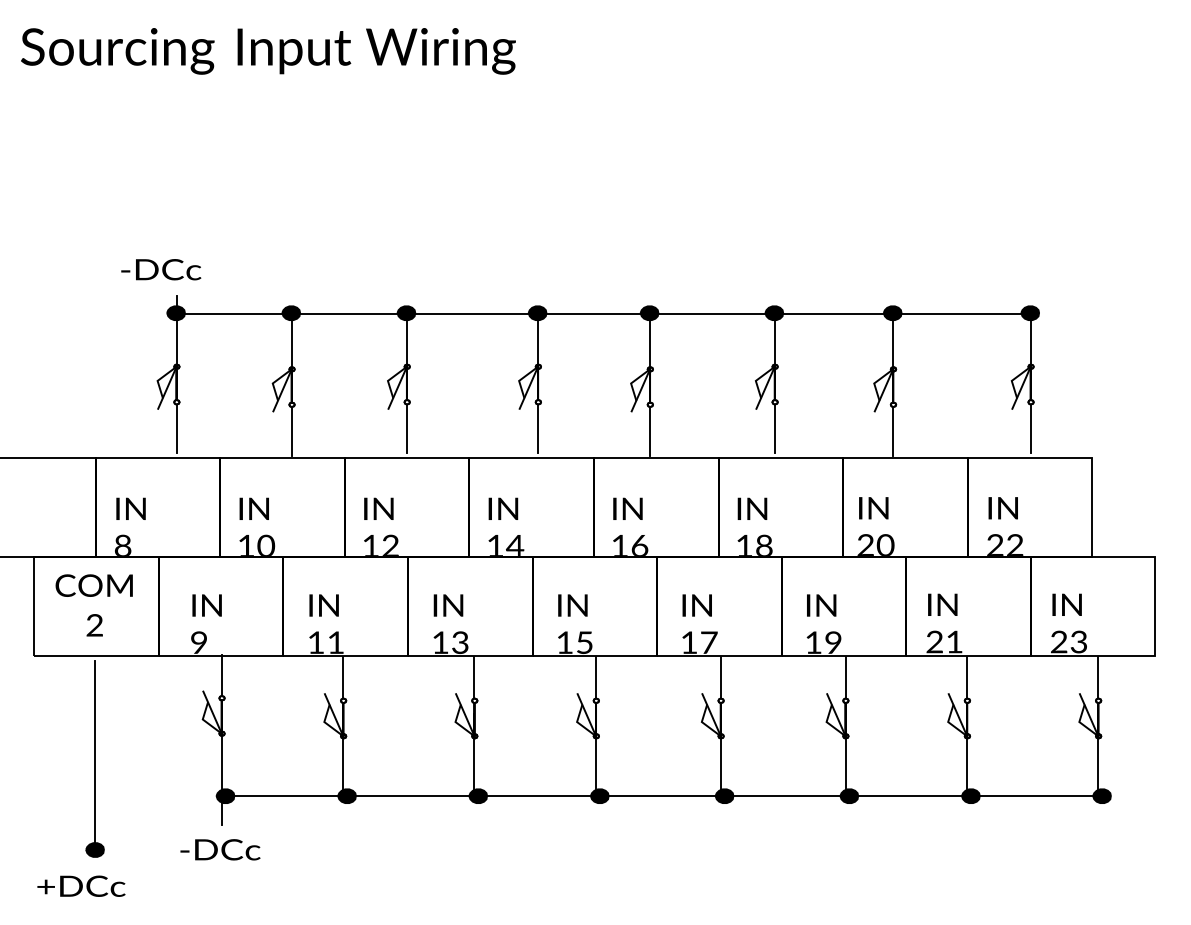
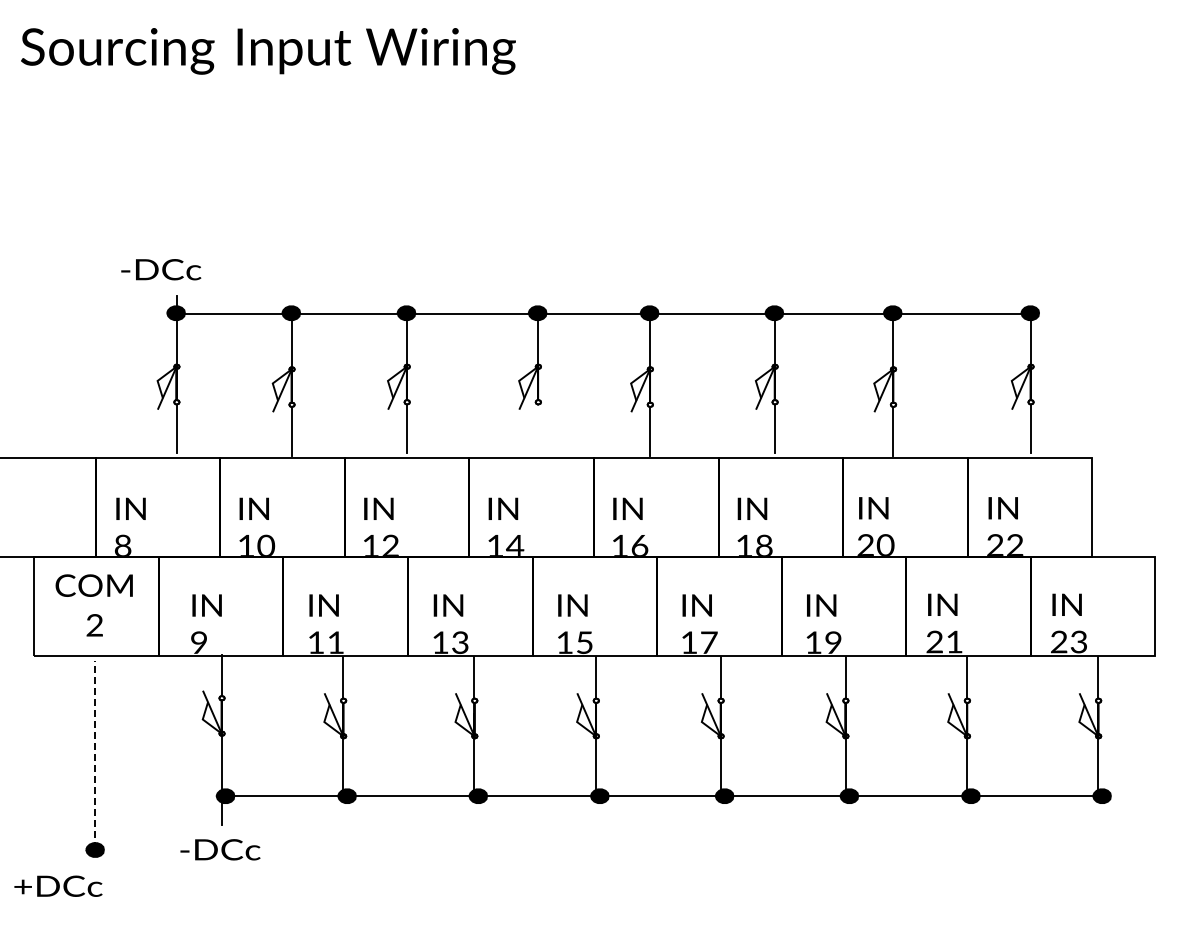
line at (538, 428): present -> none
line at (95, 754): solid -> dashed
text at (81, 885) position: (81, 885) -> (58, 885)
